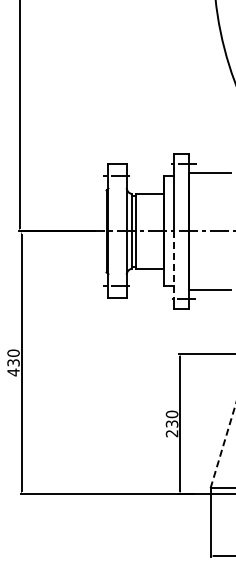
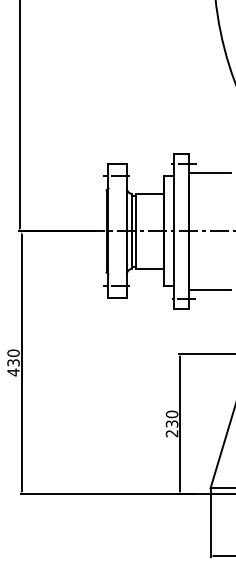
line at (173, 268): dashed -> solid
line at (223, 446): dashed -> solid
